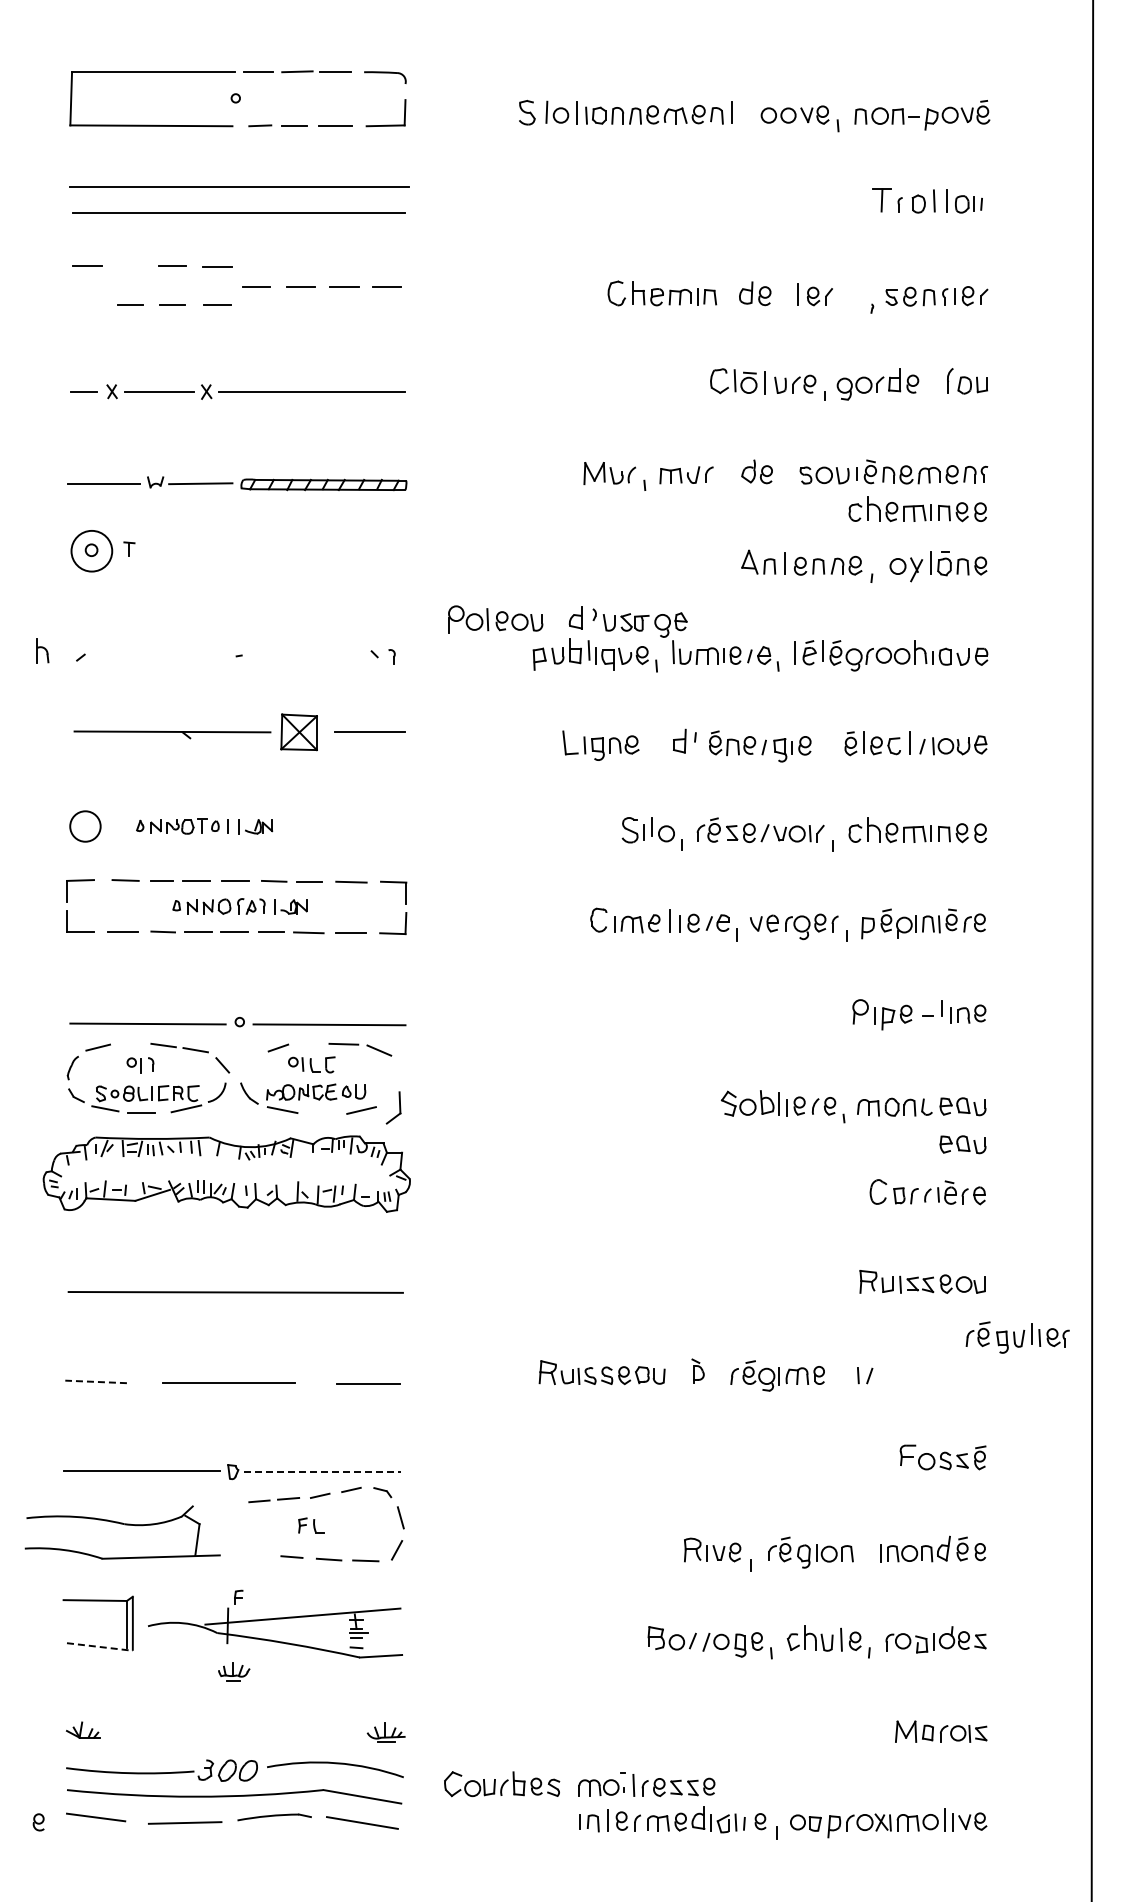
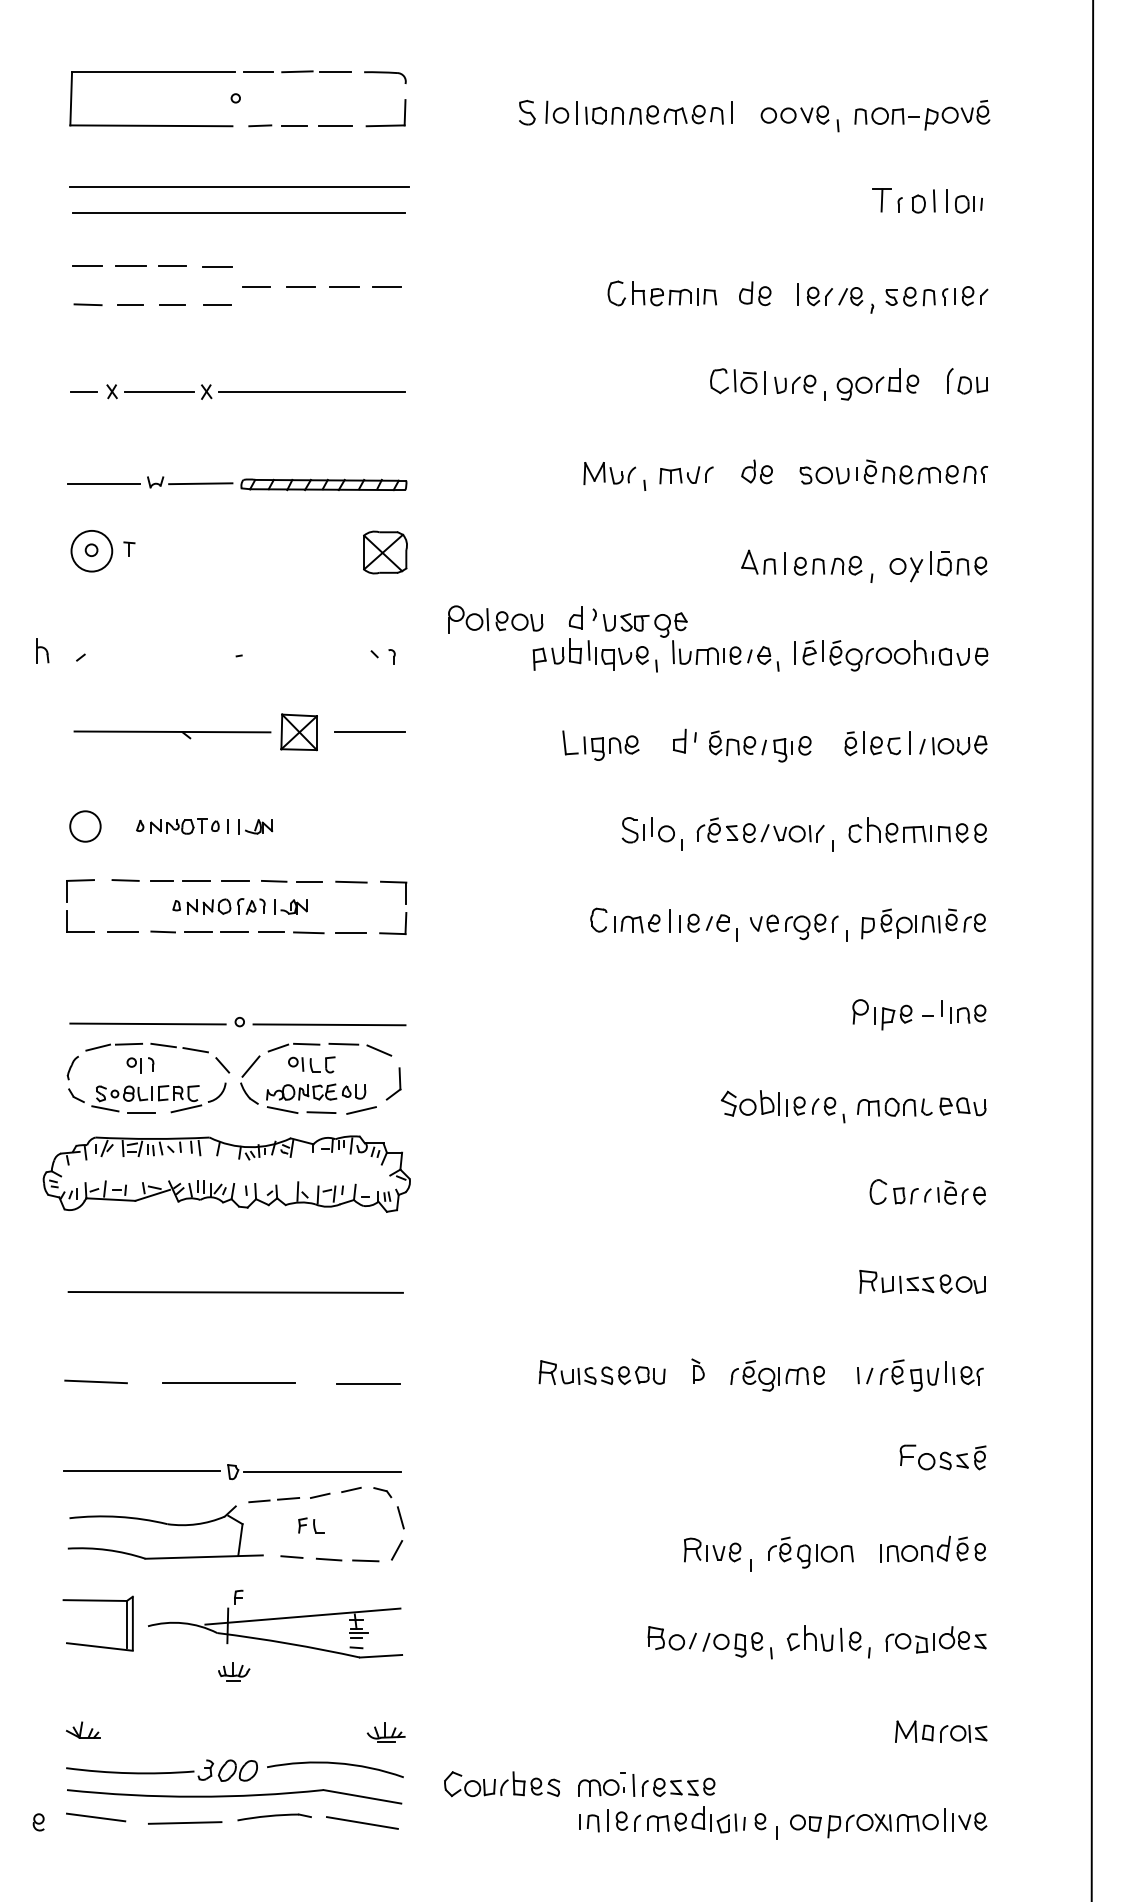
line at (130, 266): none -> present
part at (850, 296): none -> present
line at (87, 304): none -> present
part at (917, 509): present -> none
part at (385, 552): none -> present
line at (128, 1043): none -> present
line at (306, 1043): none -> present
line at (250, 1066): none -> present
part at (393, 1107) position: (393, 1107) -> (393, 1083)
line at (321, 1112): none -> present
part at (962, 1144): present -> none
part at (1017, 1337) position: (1017, 1337) -> (931, 1375)
line at (96, 1381): dashed -> solid
line at (322, 1471): dashed -> solid
part at (124, 1525) position: (124, 1525) -> (167, 1525)
line at (100, 1647): dashed -> solid
